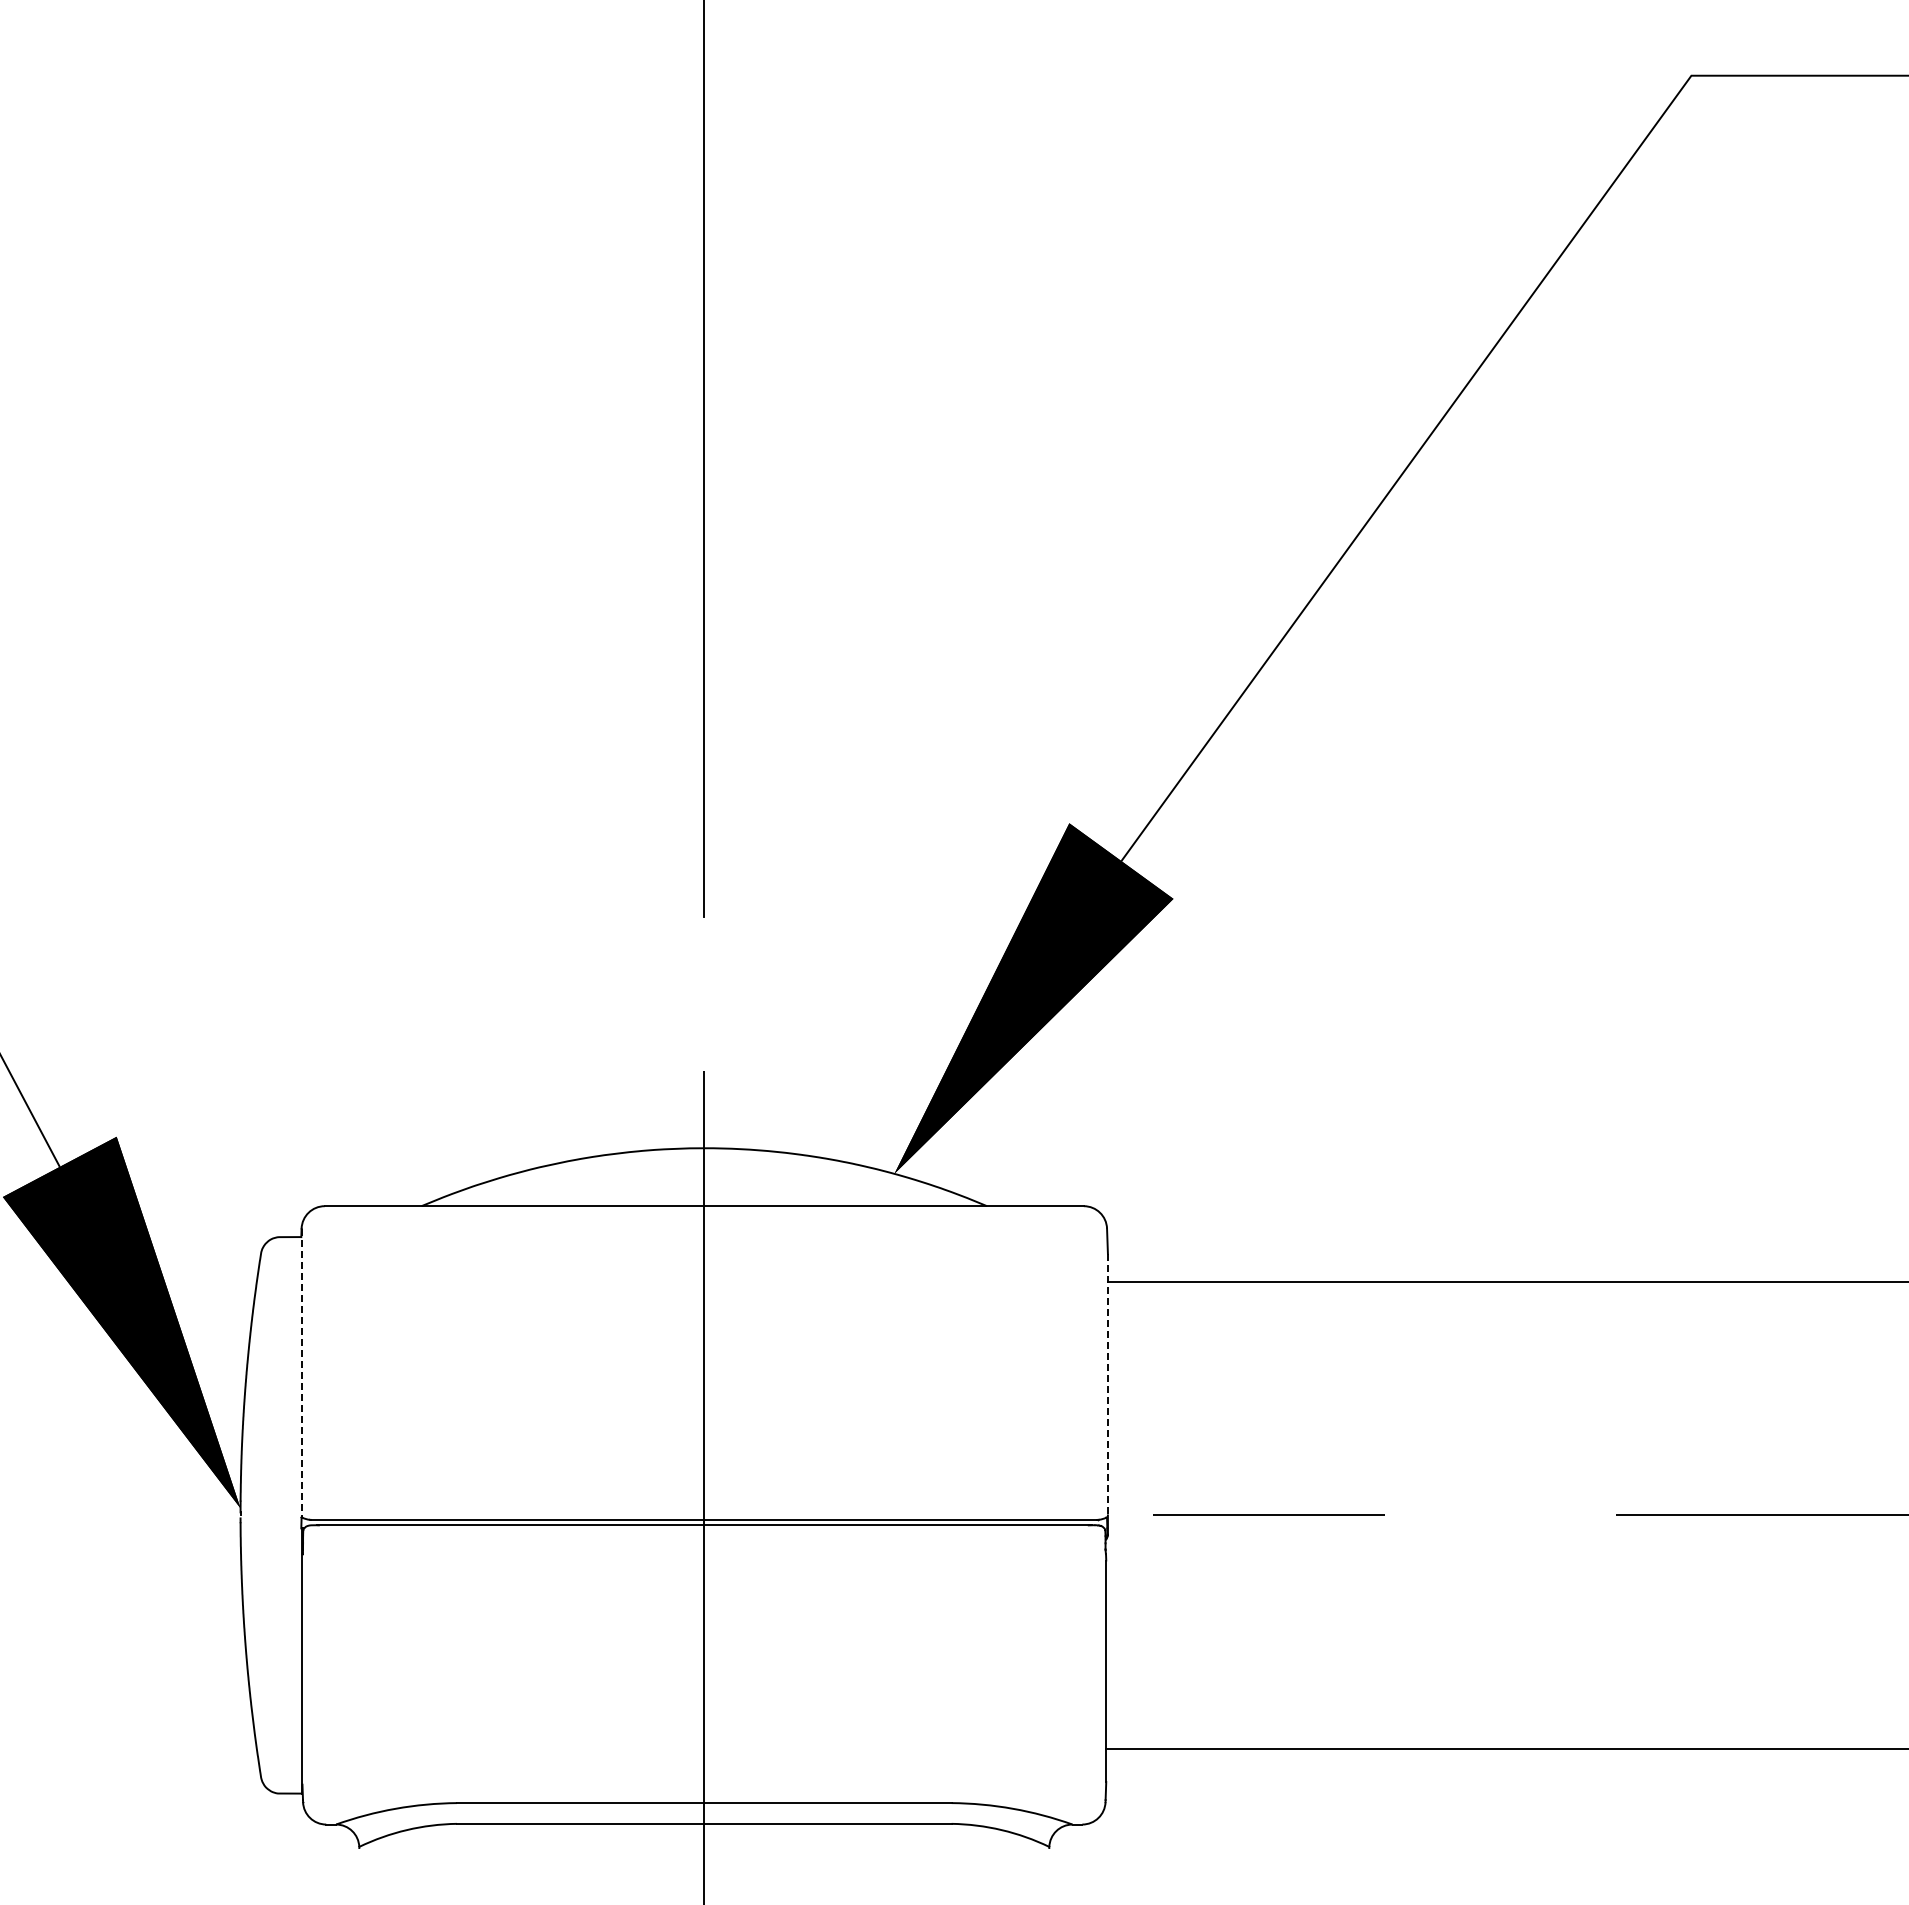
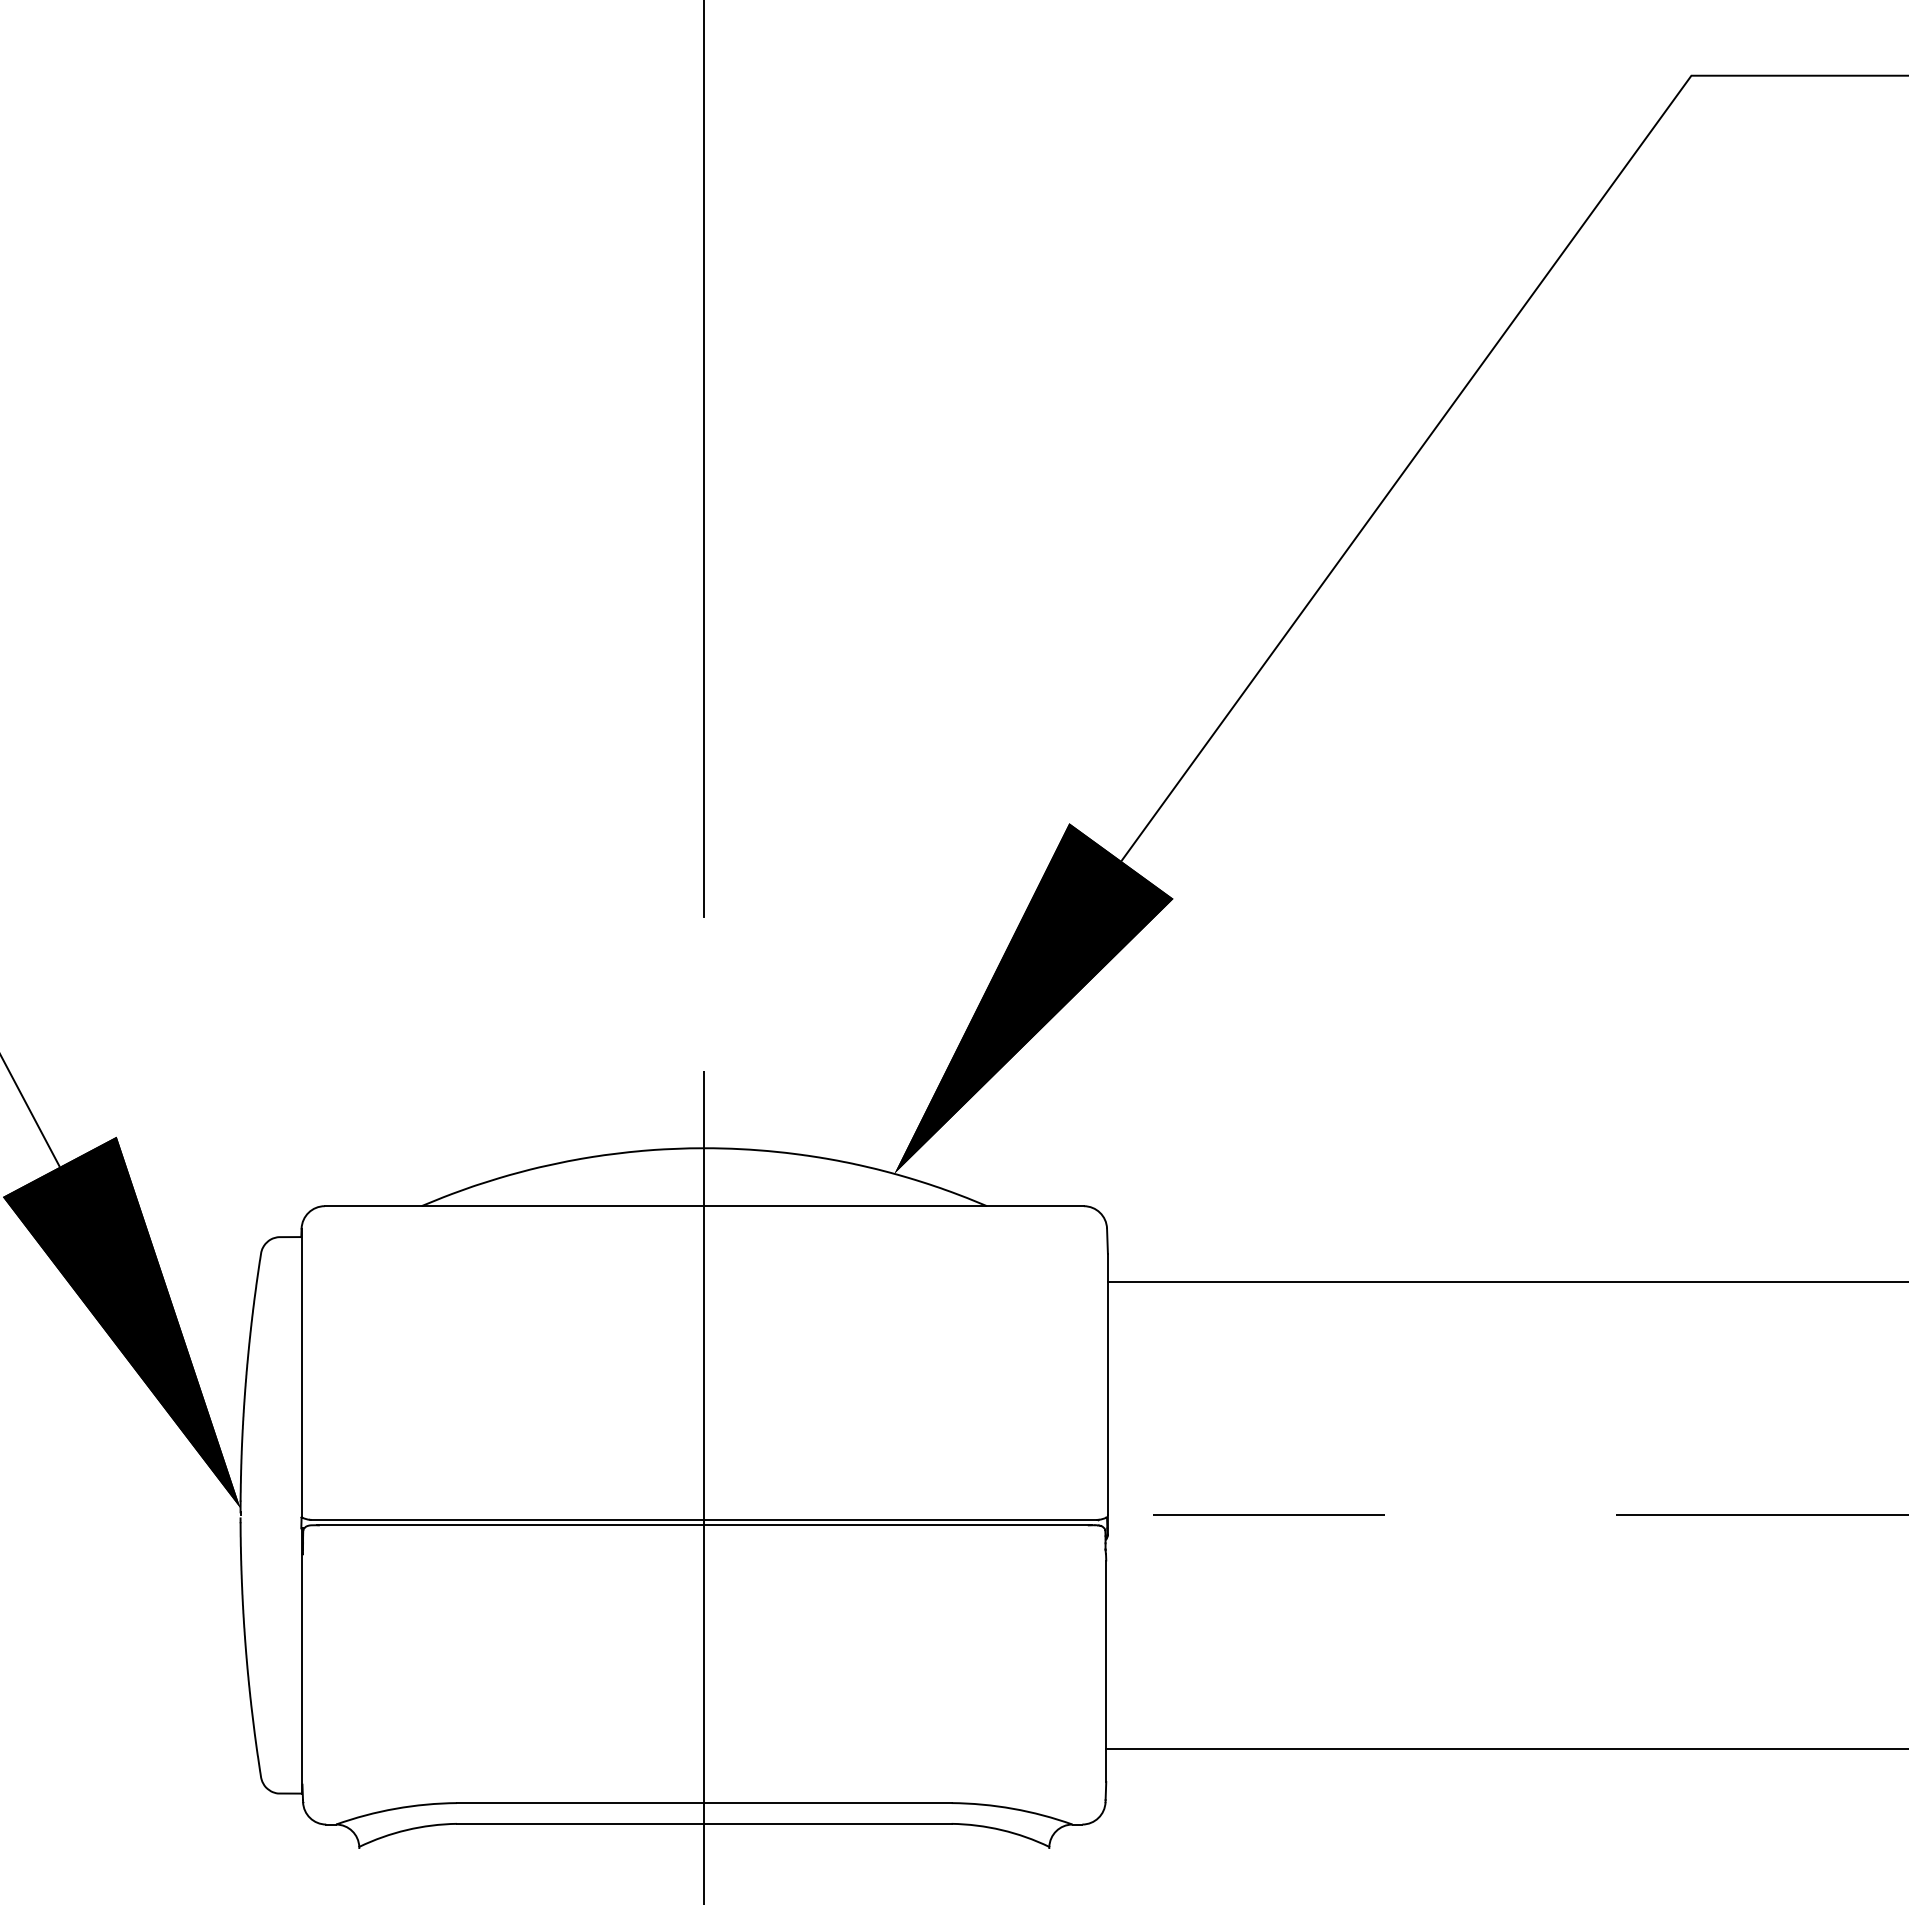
line at (301, 1373): dashed -> solid
line at (1107, 1384): dashed -> solid
